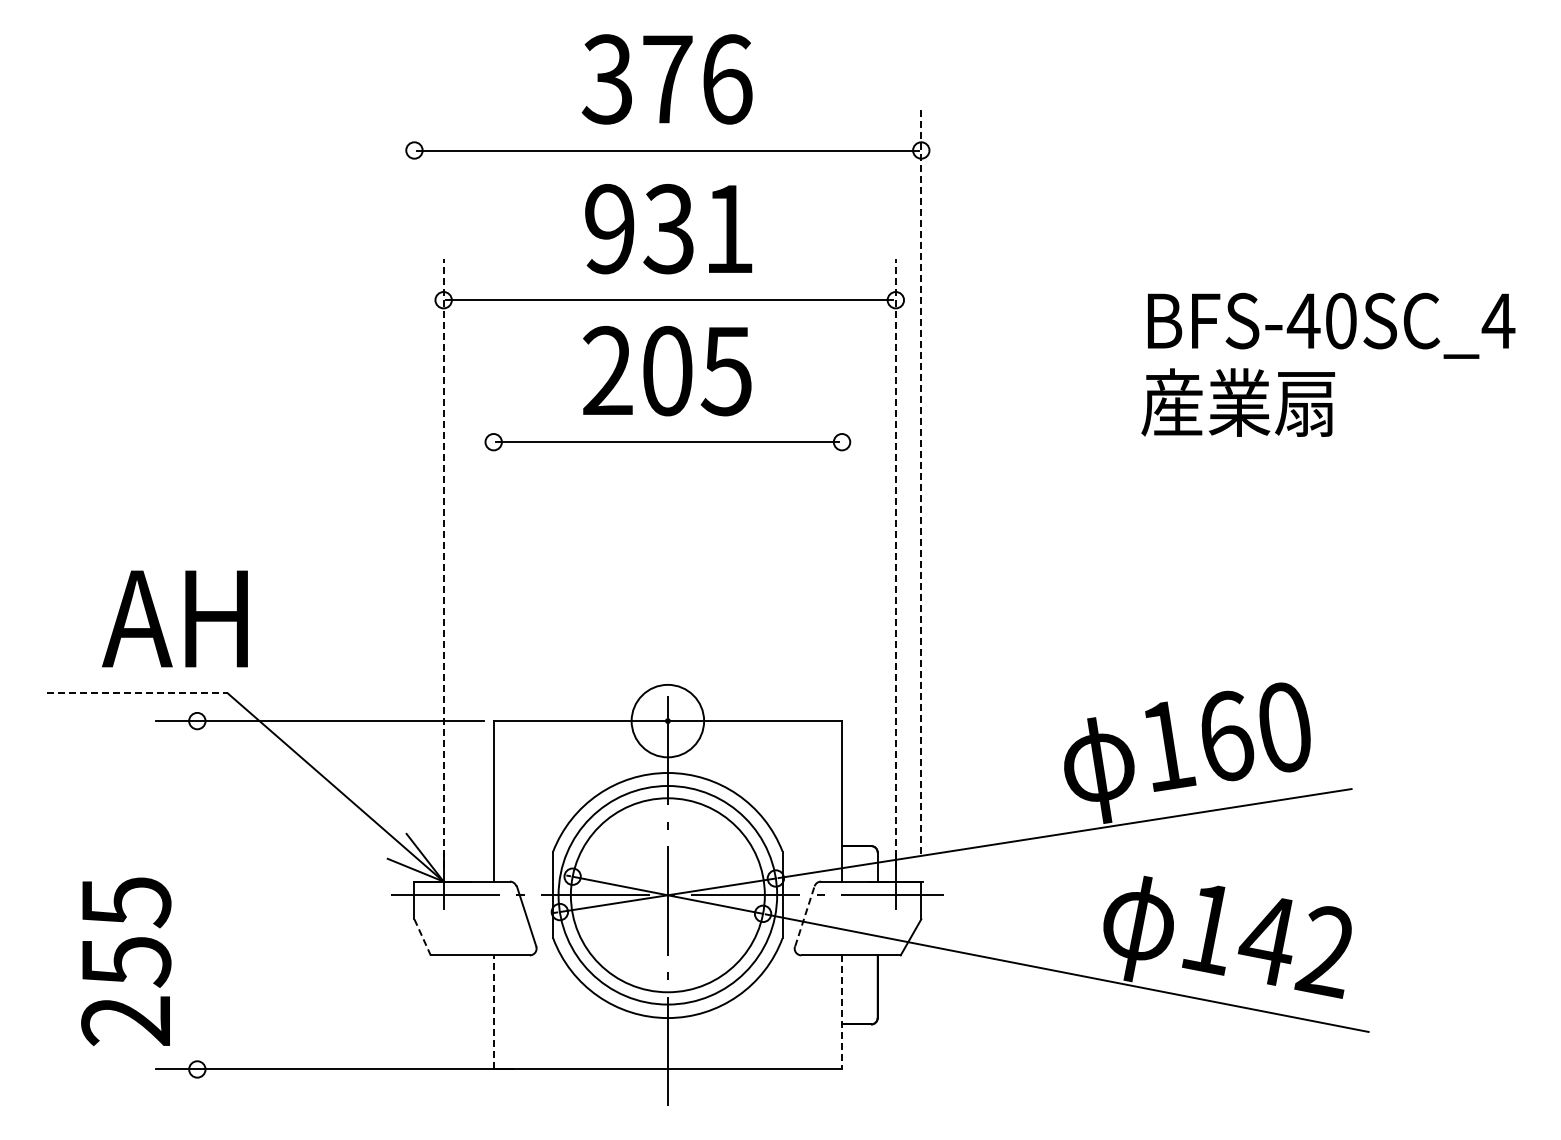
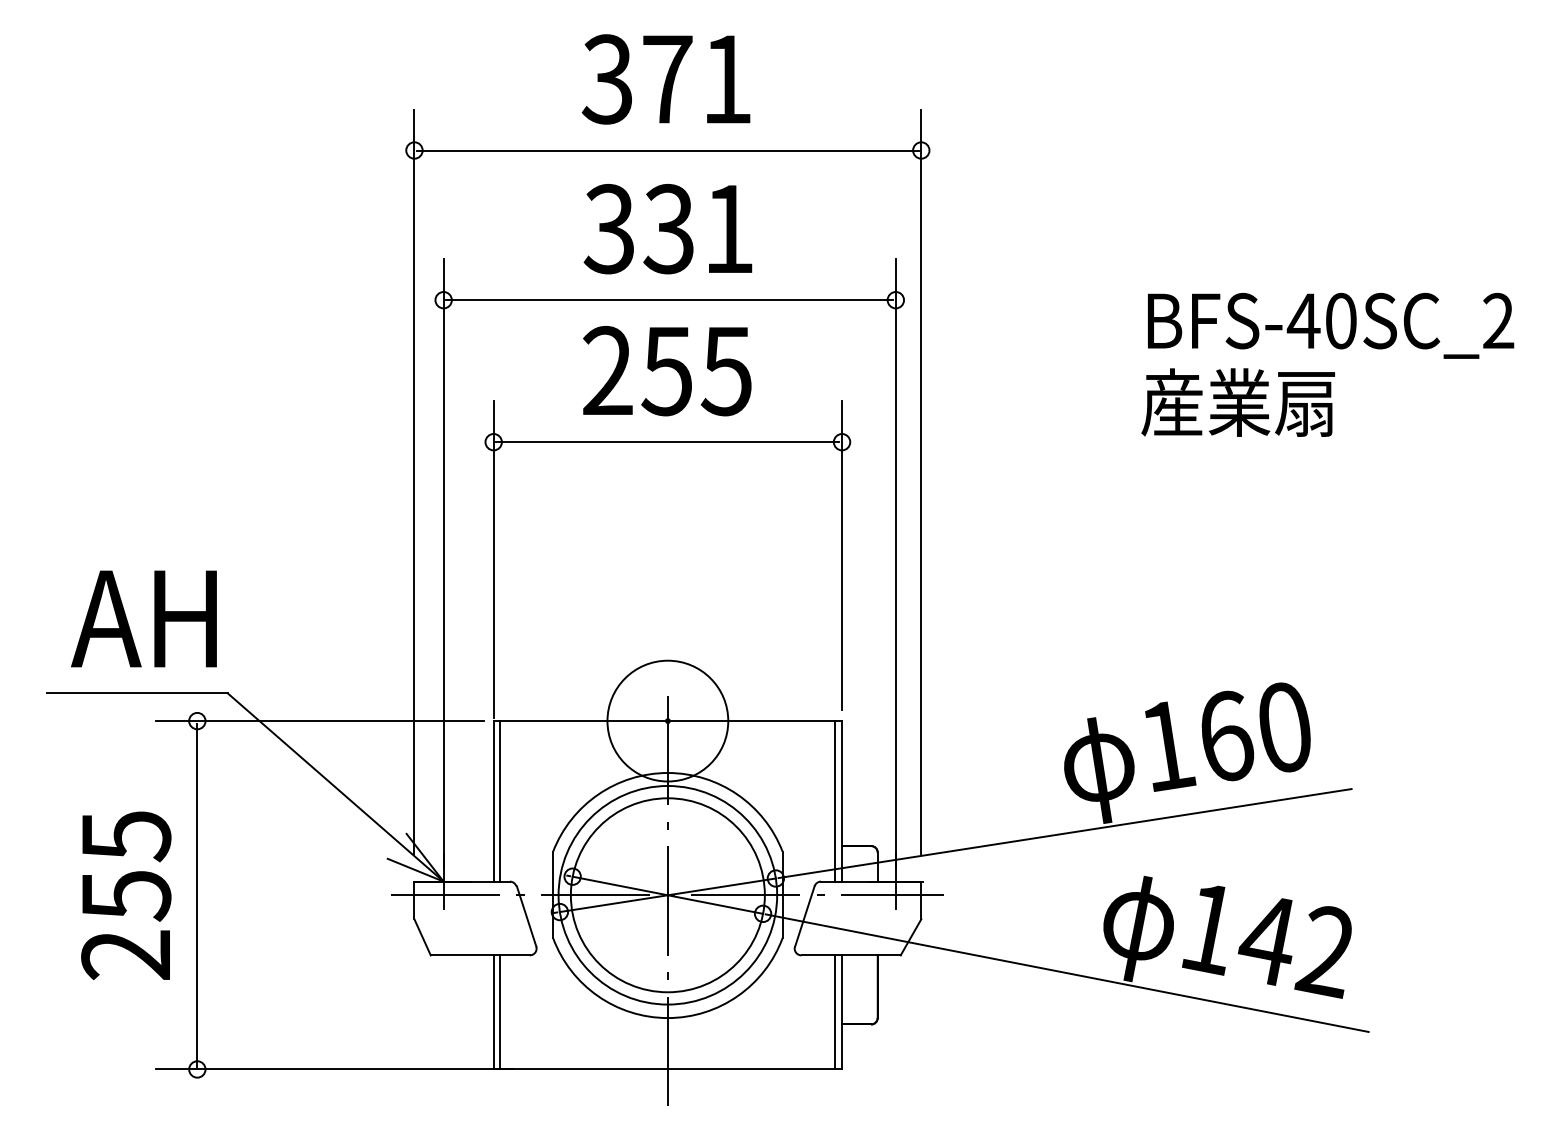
text at (727, 79): 376 -> 371
text at (608, 229): 931 -> 331
text at (1498, 320): BFS-40SC_4 -> BFS-40SC_2
text at (666, 371): 205 -> 255
line at (414, 481): none -> present
line at (921, 481): dashed -> solid
line at (842, 555): none -> present
line at (493, 559): none -> present
line at (443, 563): dashed -> solid
line at (895, 563): dashed -> solid
text at (174, 618) position: (174, 618) -> (143, 618)
line at (137, 693): dashed -> solid
circle at (667, 720) diameter: 72 px -> 121 px
line at (500, 801): none -> present
line at (835, 801): none -> present
line at (197, 894): none -> present
line at (804, 916): dashed -> solid
line at (422, 937): dashed -> solid
text at (126, 961) position: (126, 961) -> (126, 895)
line at (493, 1011): dashed -> solid
line at (500, 1012): none -> present
line at (835, 1012): none -> present
line at (842, 1012): dashed -> solid
